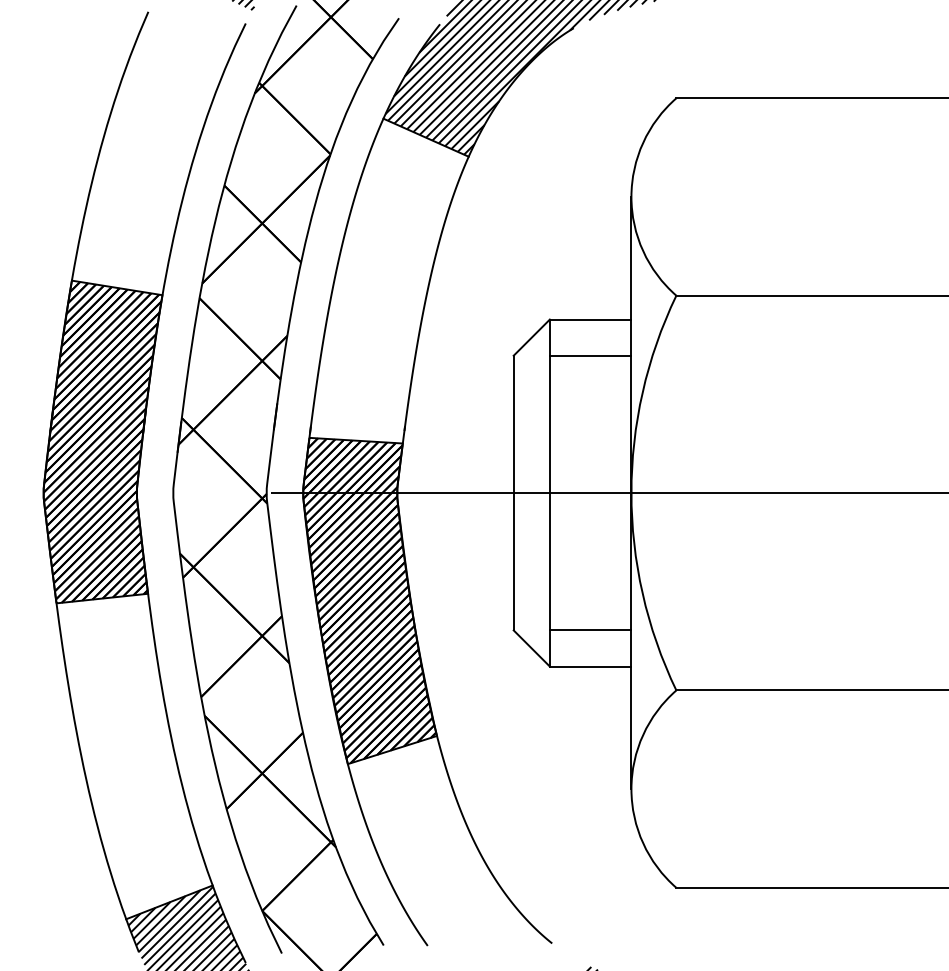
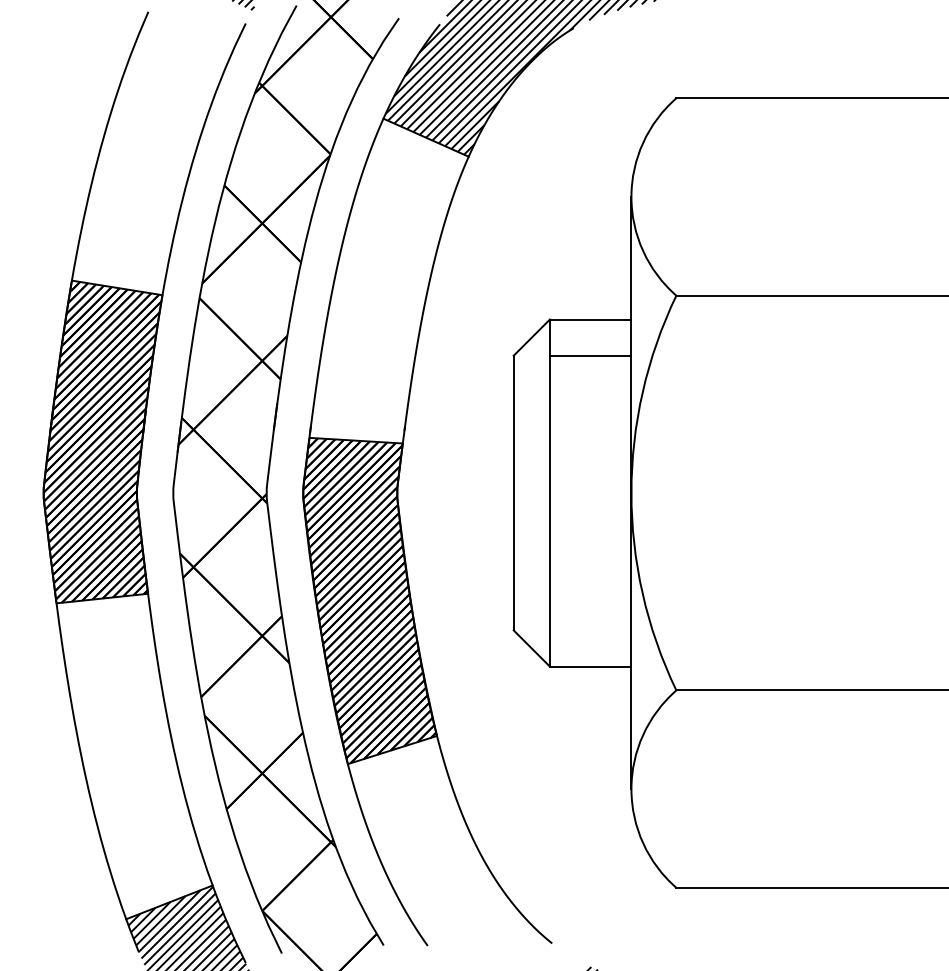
line at (608, 493): present -> none
line at (590, 630): present -> none
